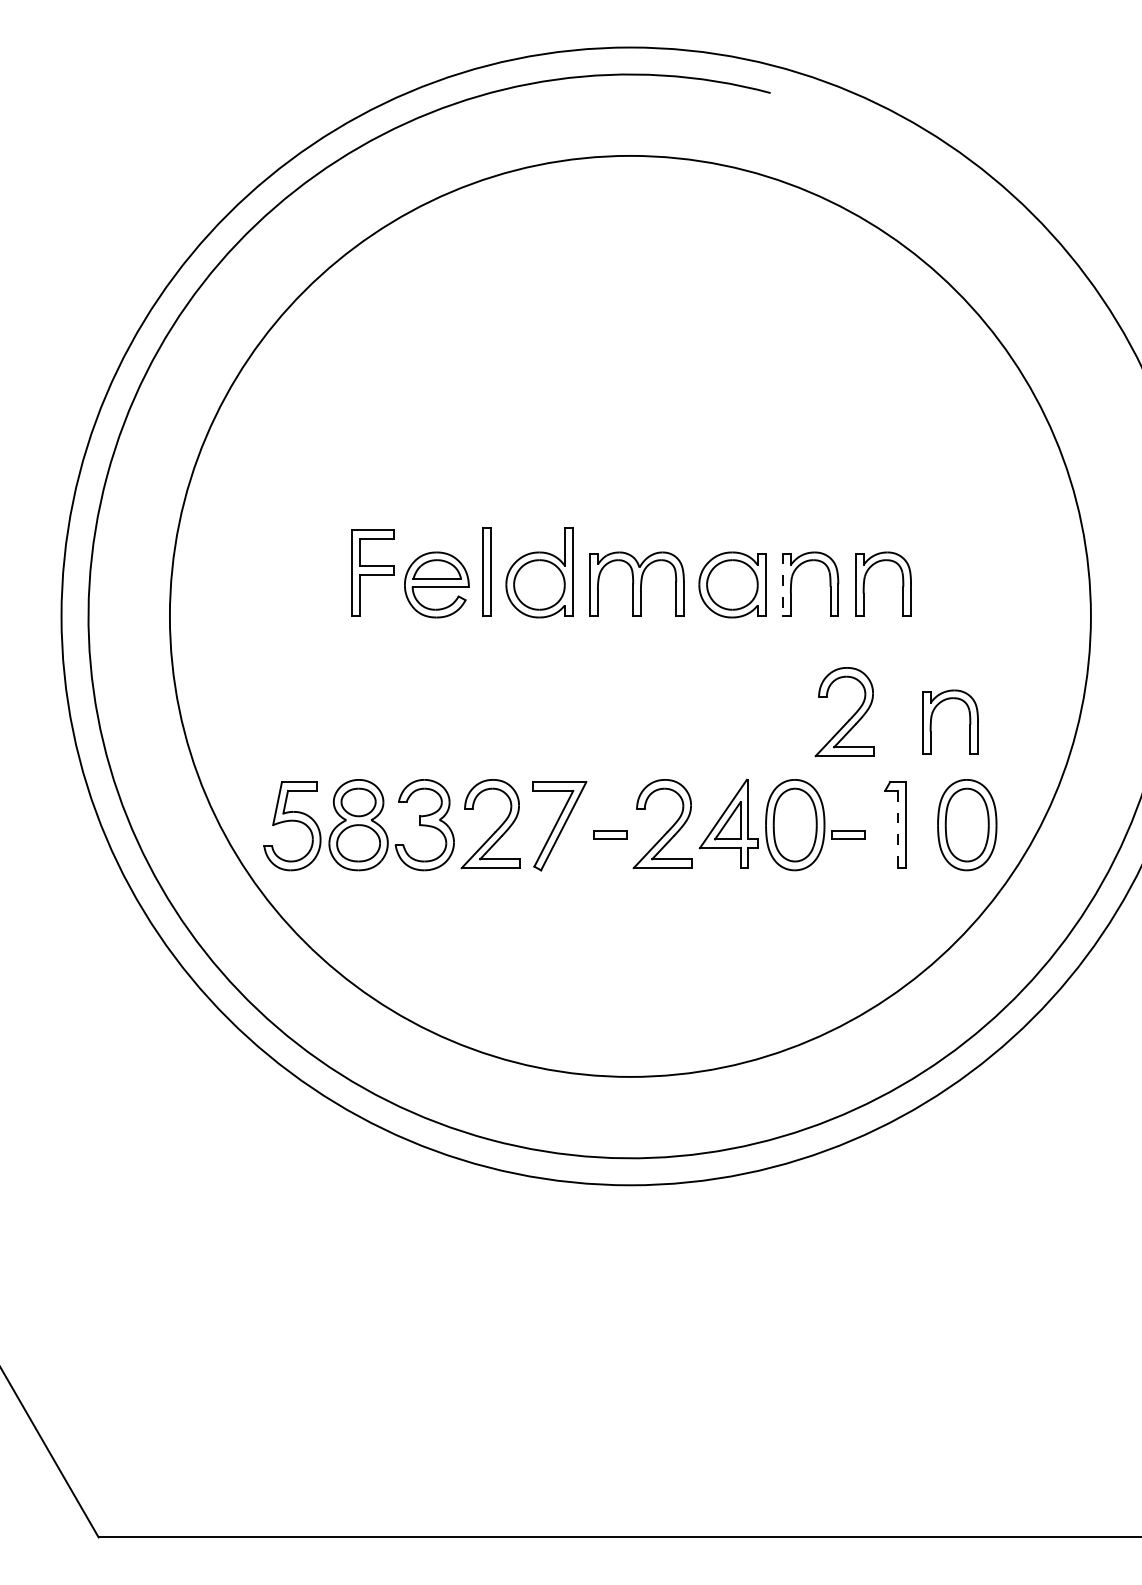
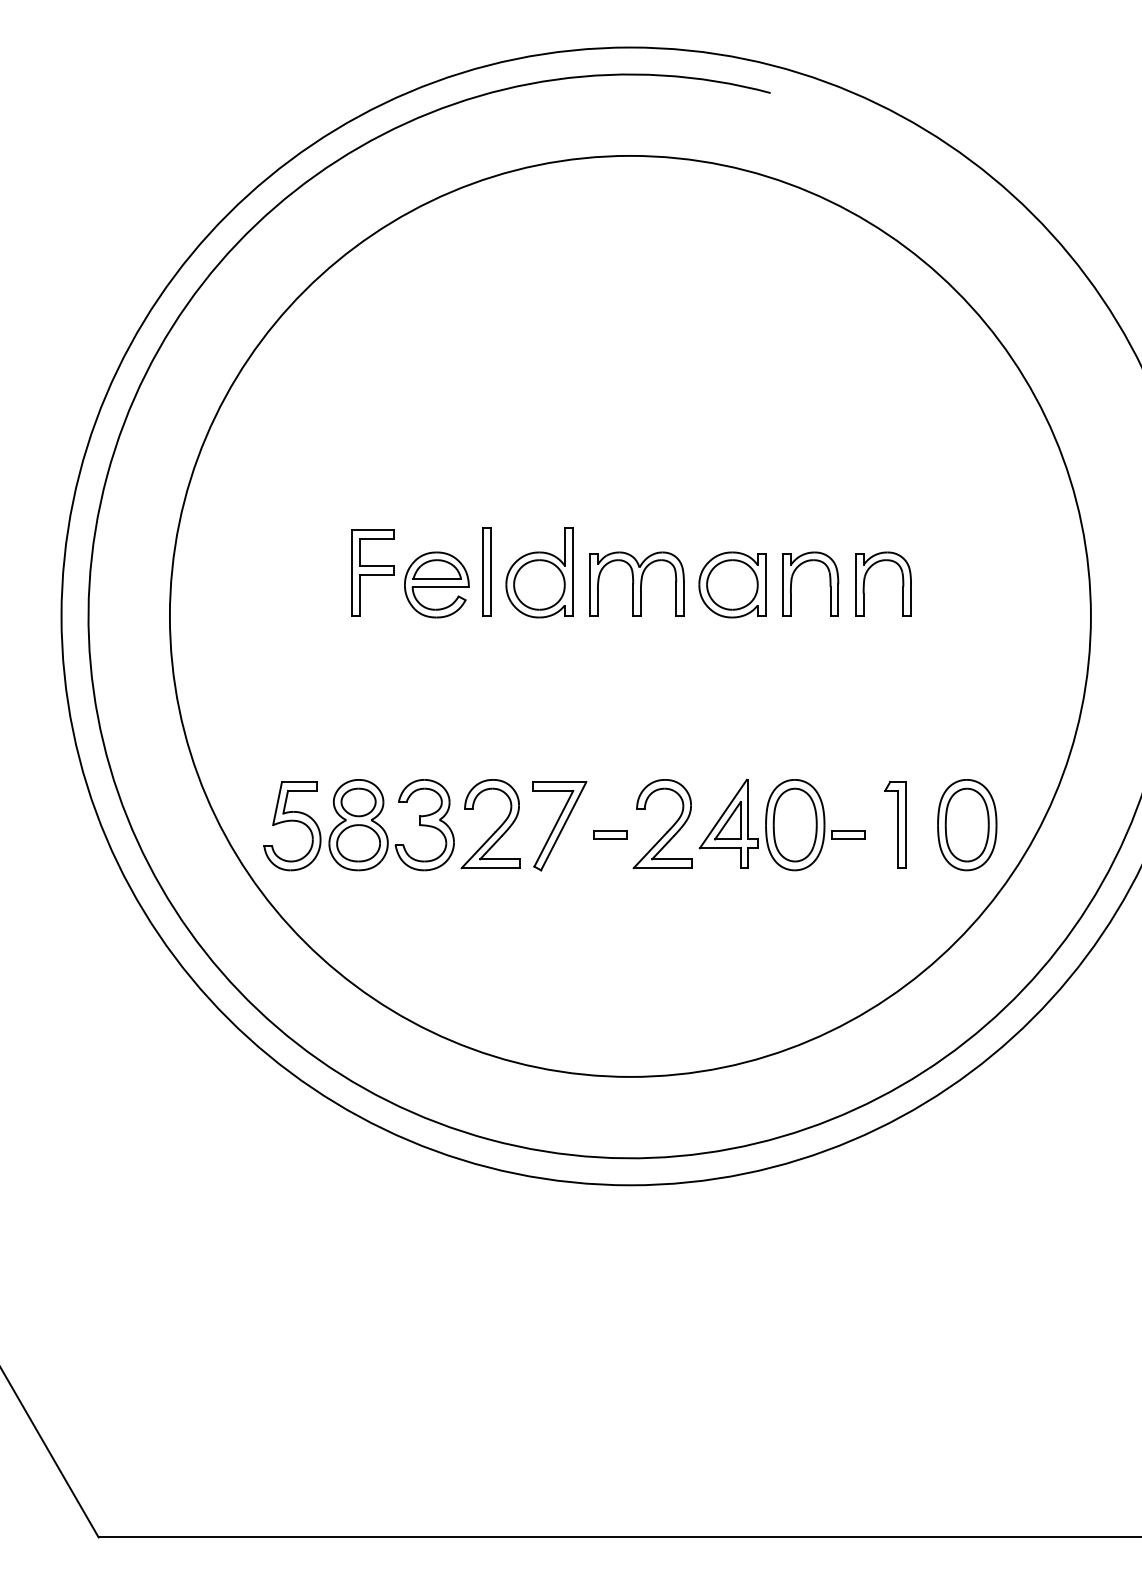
line at (783, 585): dashed -> solid
part at (850, 717): present -> none
part at (932, 718): present -> none
line at (898, 829): dashed -> solid
